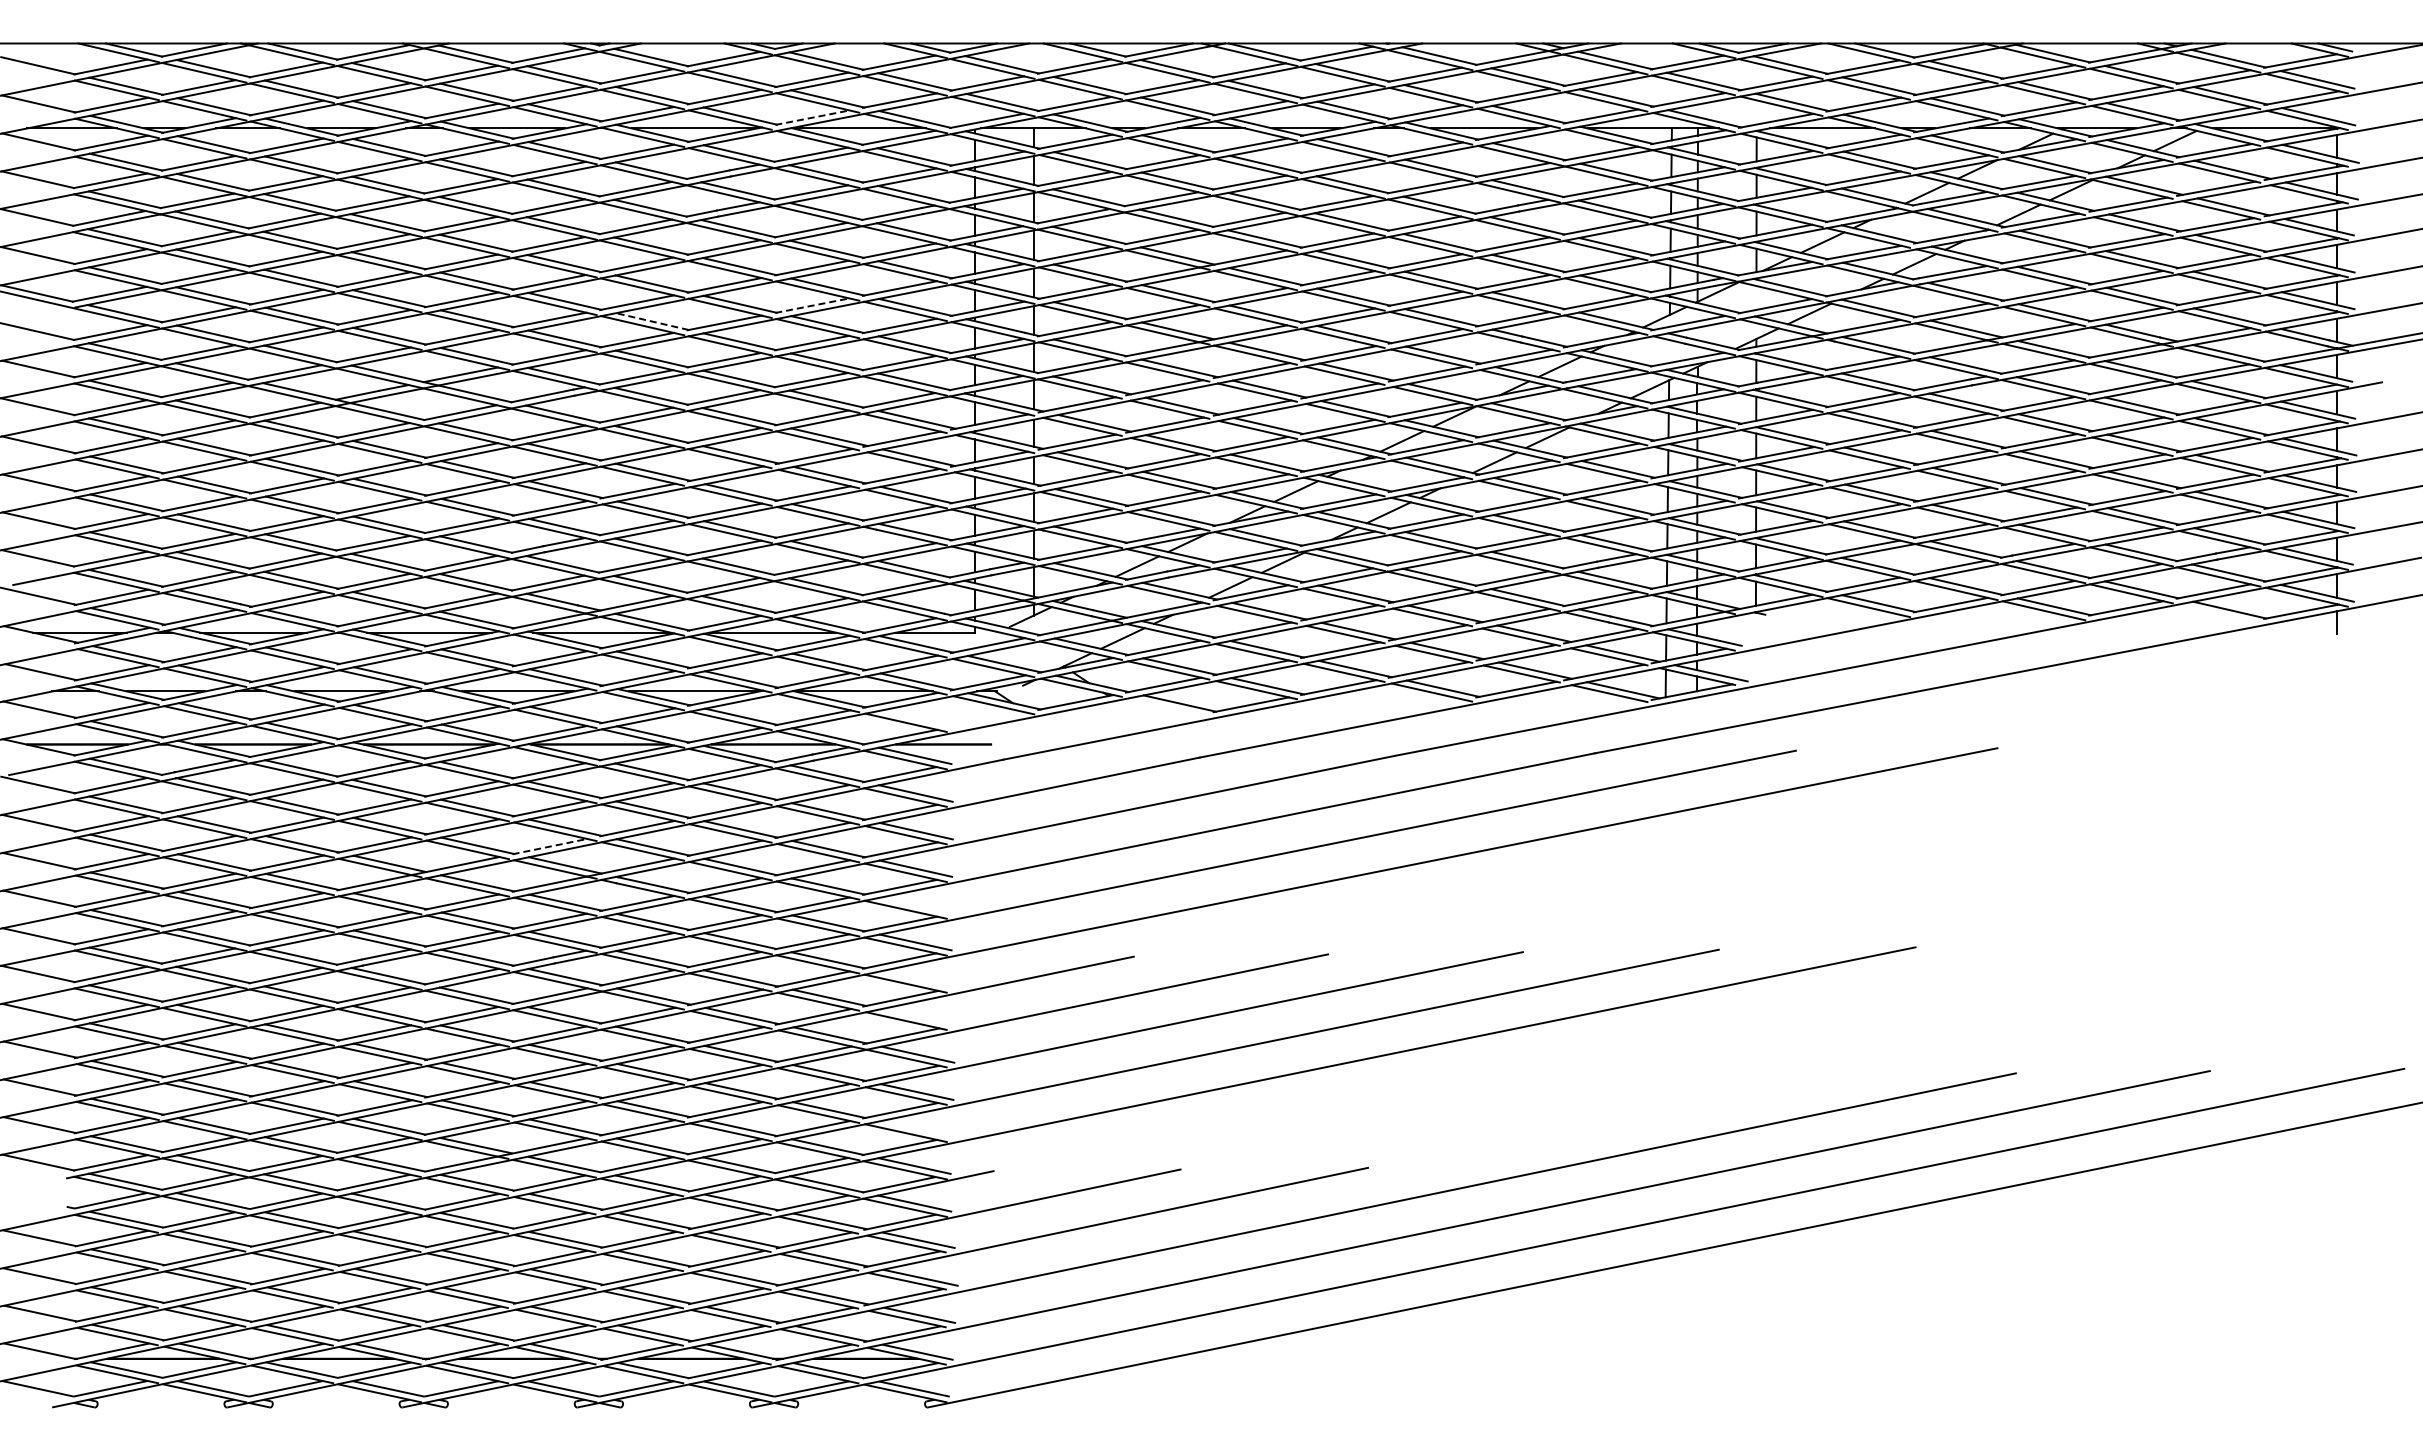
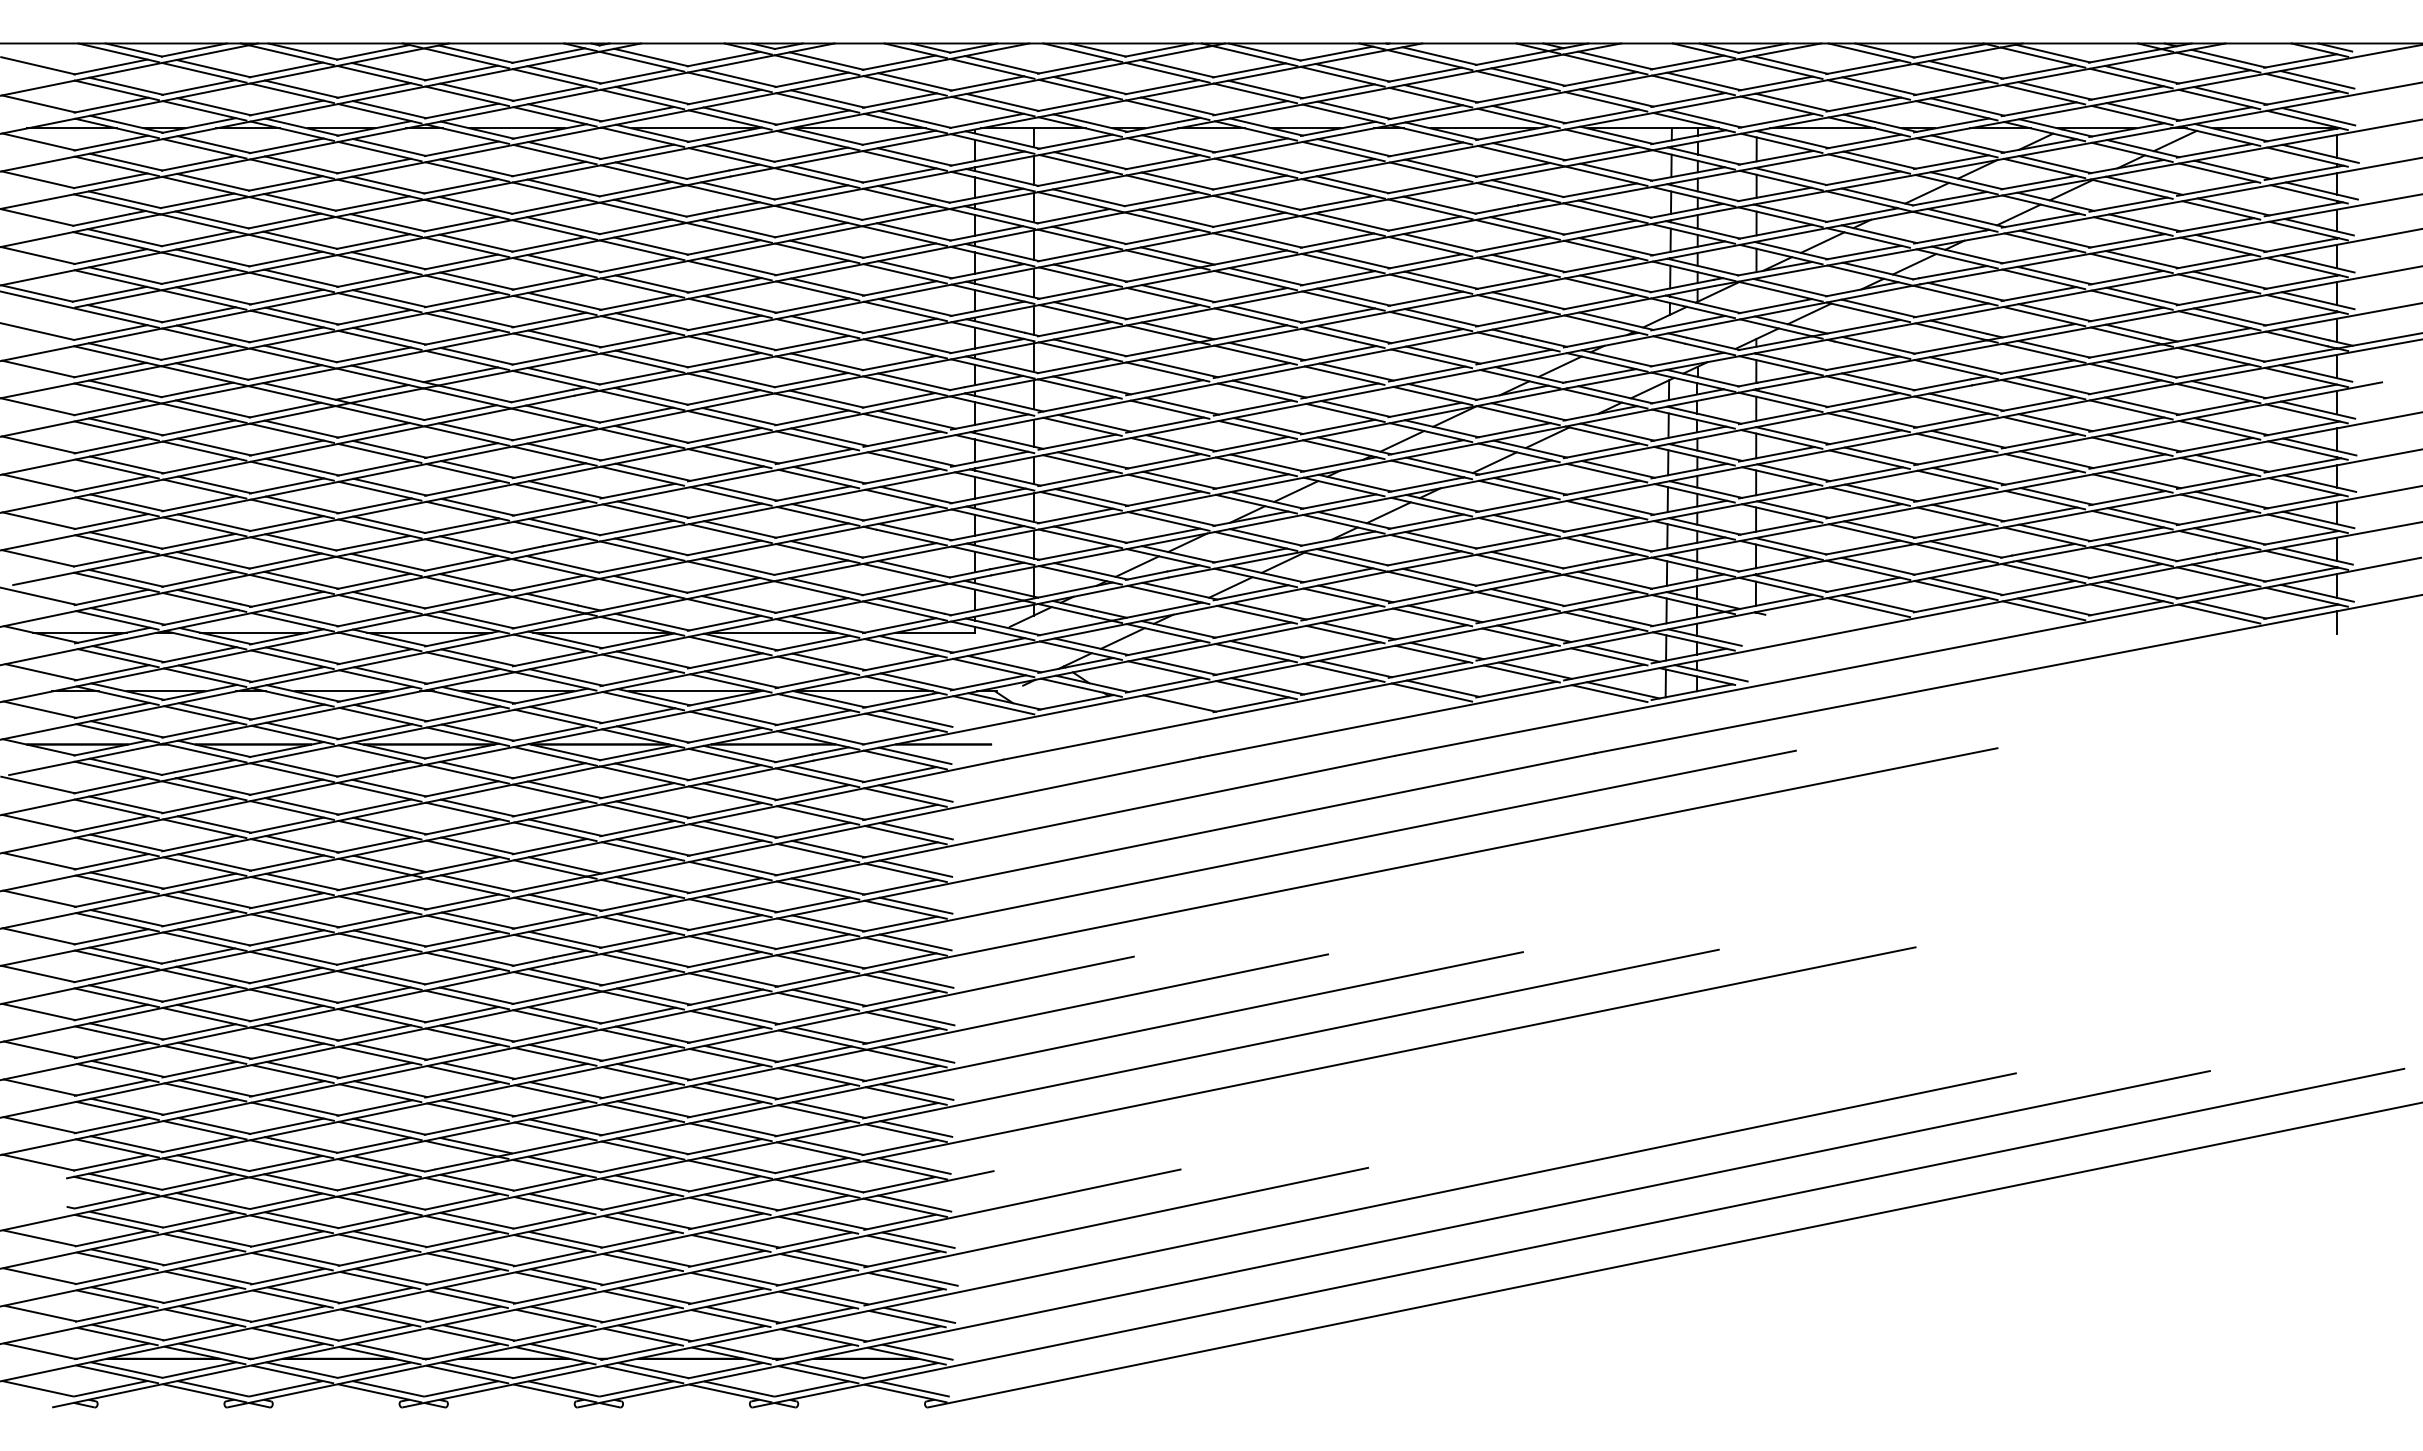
line at (812, 117): dashed -> solid
line at (812, 305): dashed -> solid
line at (651, 321): dashed -> solid
line at (2219, 613): none -> present
line at (916, 718): none -> present
line at (550, 846): dashed -> solid
line at (915, 905): none -> present
line at (916, 979): none -> present
line at (917, 1017): none -> present
line at (916, 1128): none -> present
